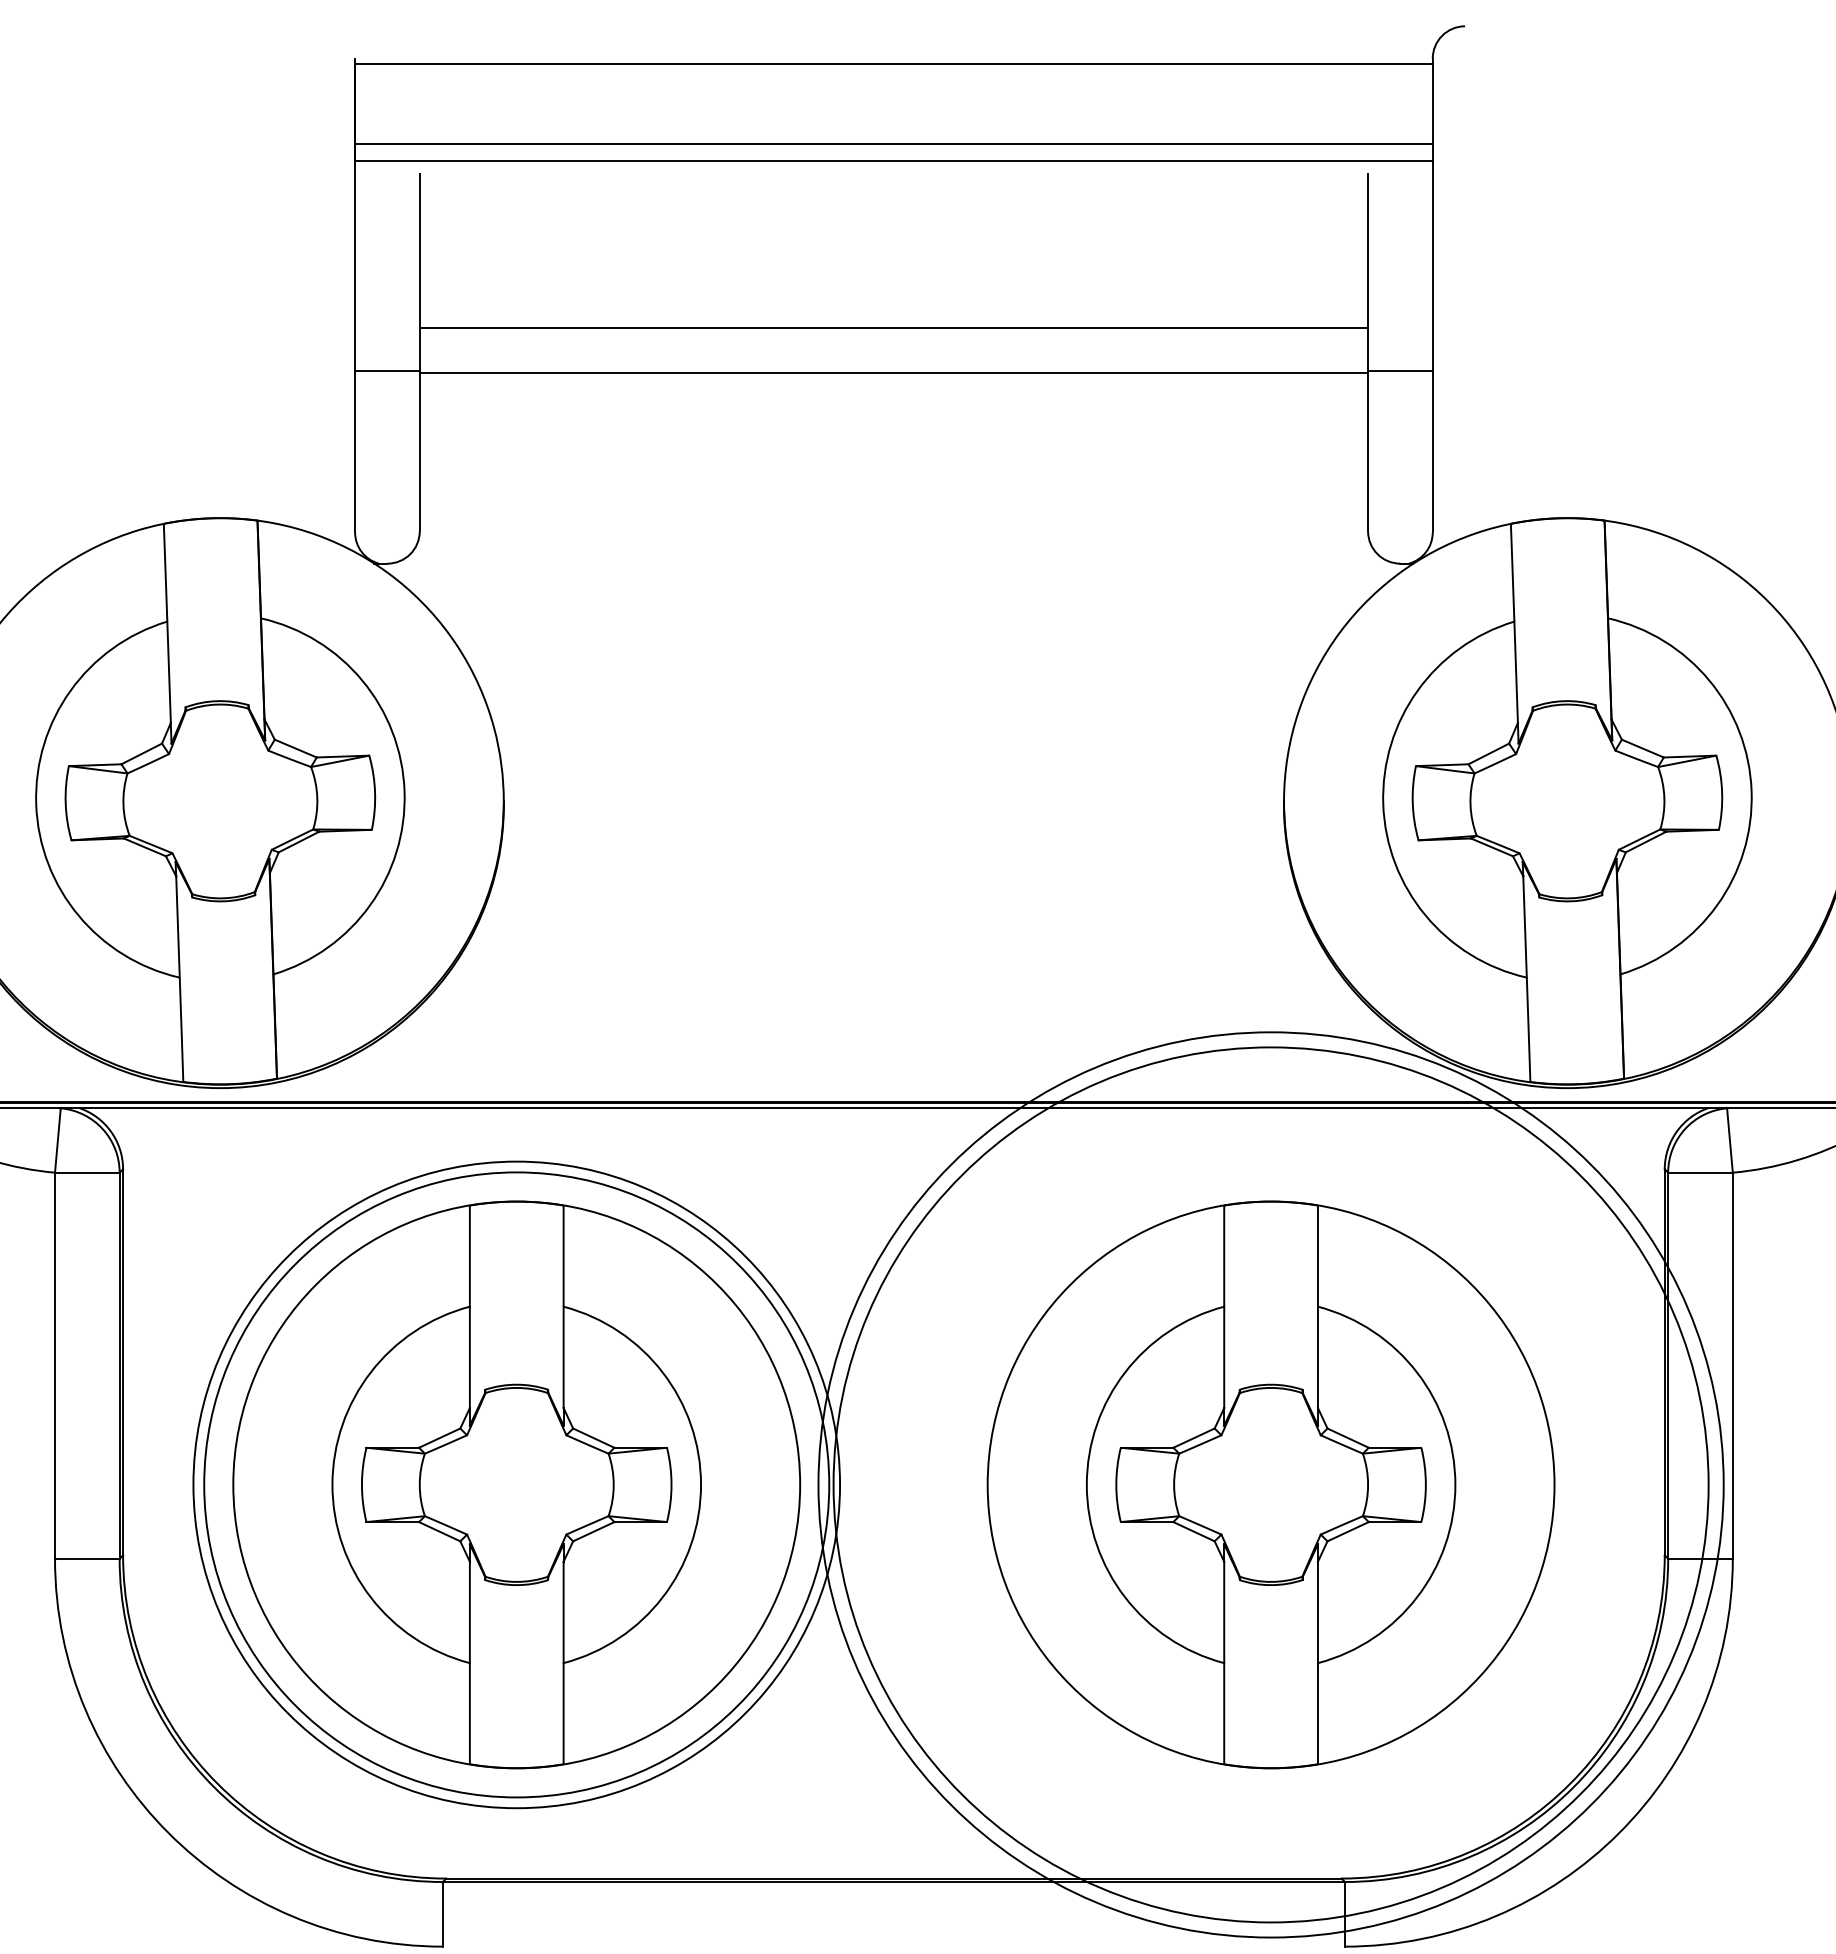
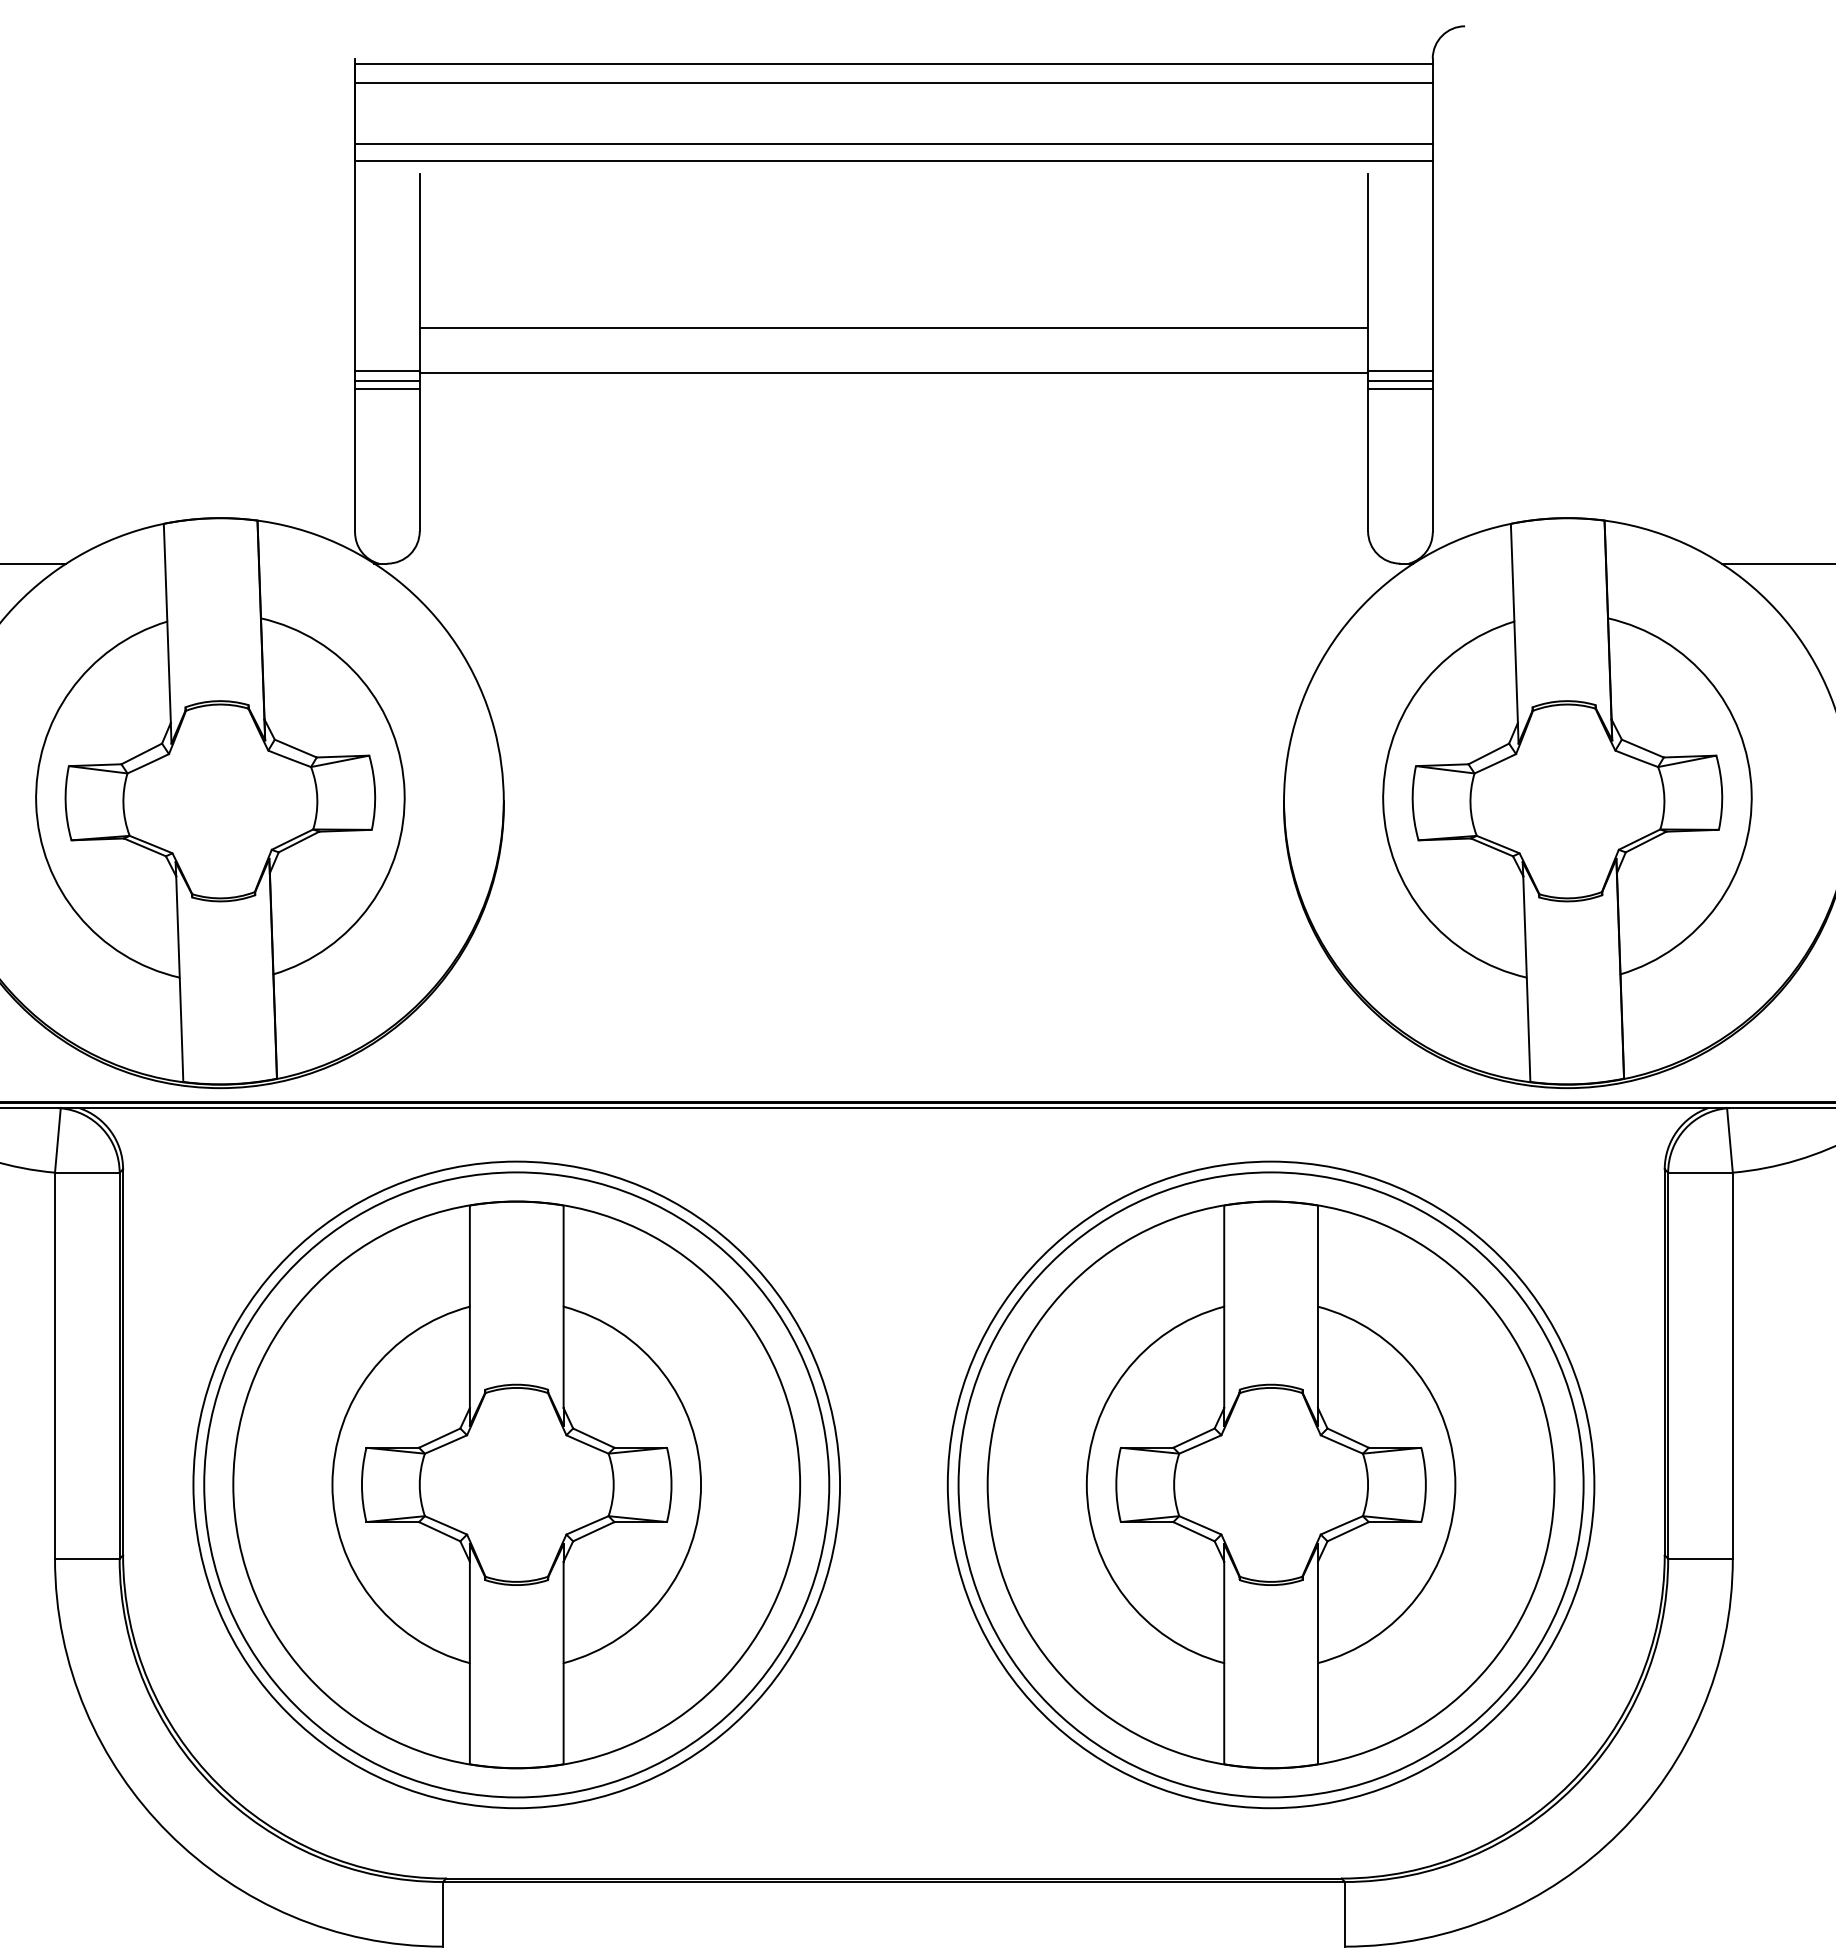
line at (893, 82): none -> present
line at (387, 381): none -> present
line at (1400, 381): none -> present
line at (387, 388): none -> present
line at (1400, 388): none -> present
line at (34, 563): none -> present
line at (1776, 563): none -> present
circle at (1270, 1484) diameter: 875 px -> 625 px
circle at (1270, 1484) diameter: 905 px -> 647 px
